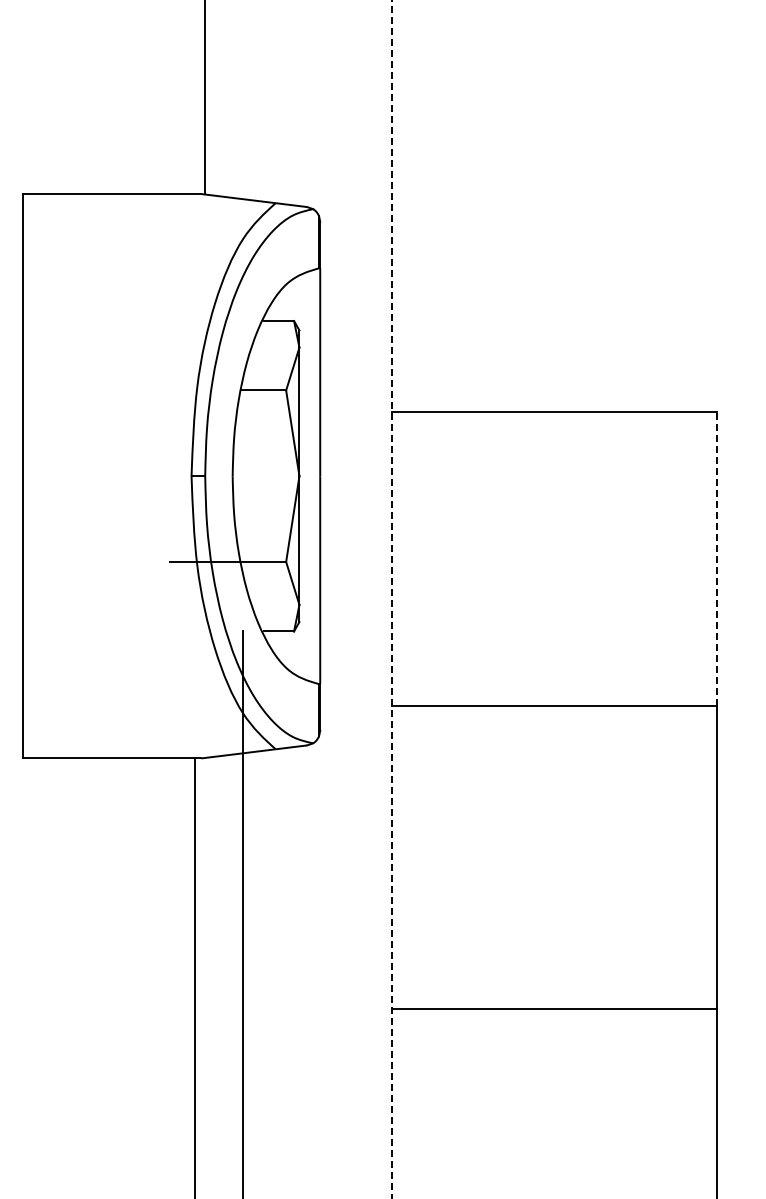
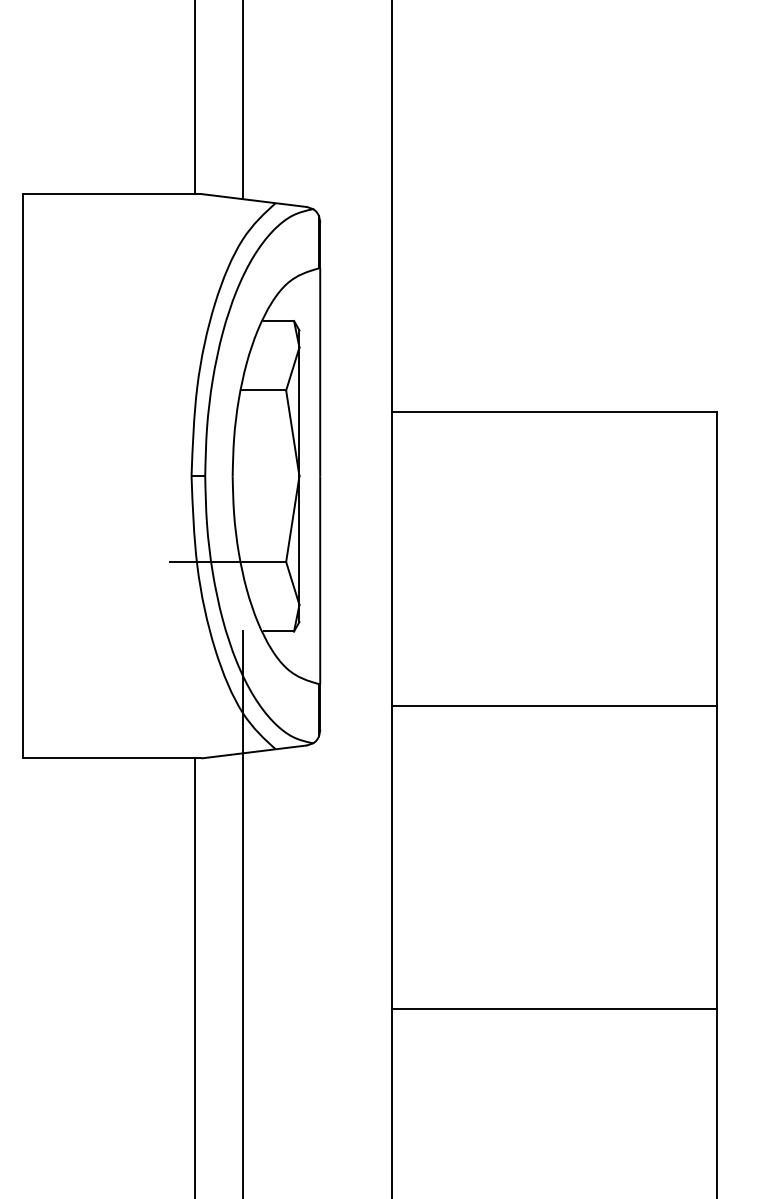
line at (205, 98) position: (205, 98) -> (195, 98)
line at (243, 100): none -> present
line at (717, 558): dashed -> solid
line at (391, 599): dashed -> solid
